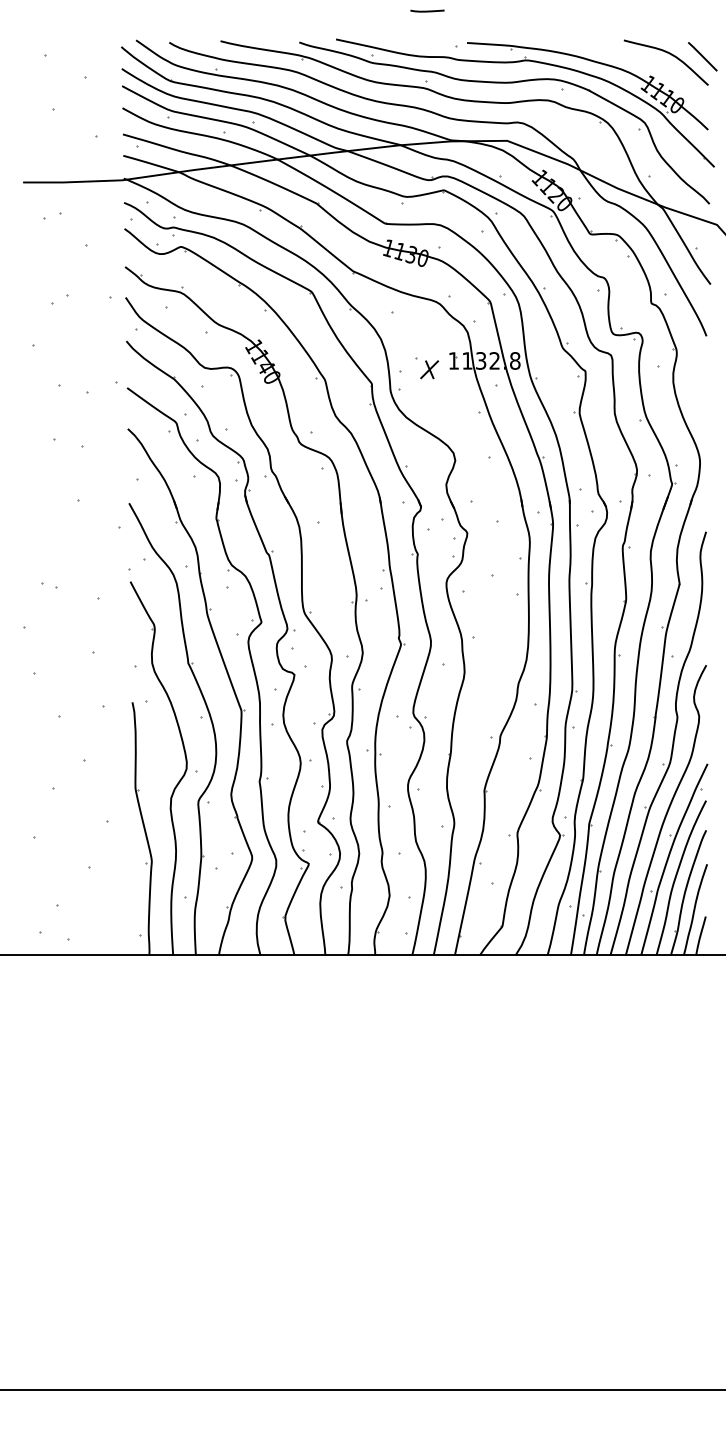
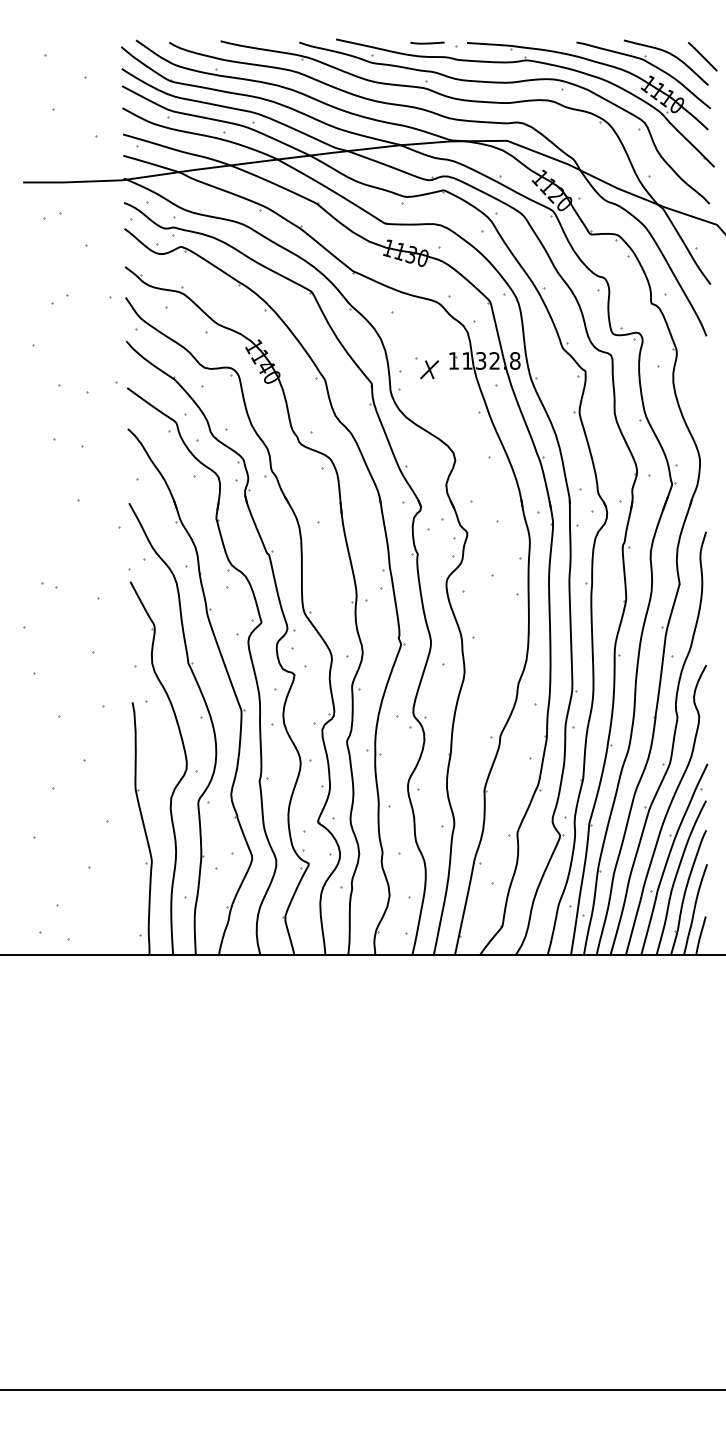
line at (427, 10) position: (427, 10) -> (427, 42)
part at (649, 64): none -> present
